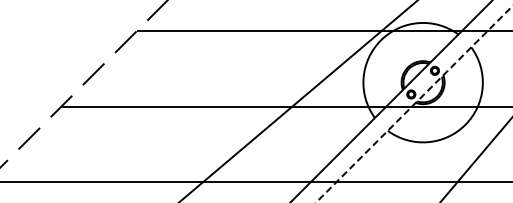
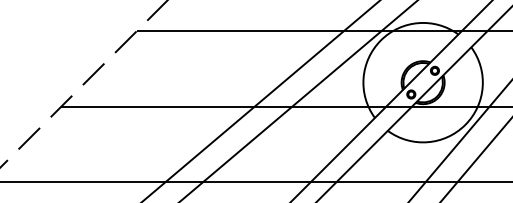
line at (260, 100): none -> present
line at (414, 104): dashed -> solid
line at (460, 140): none -> present
